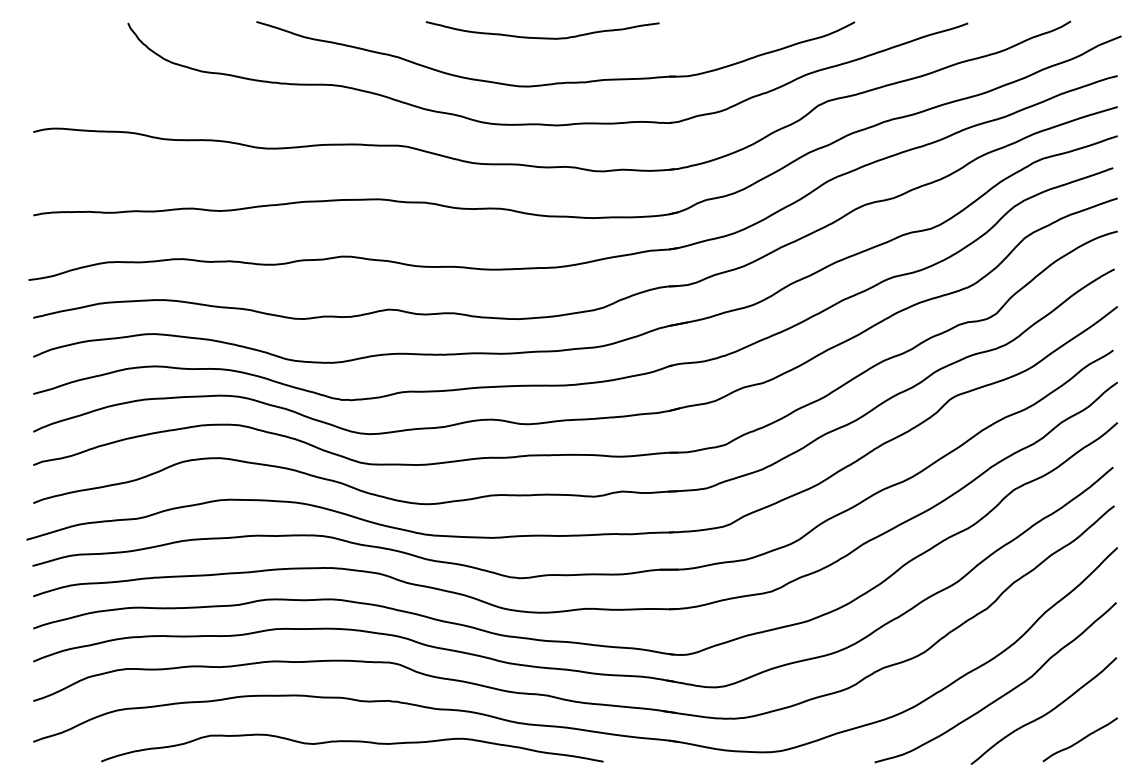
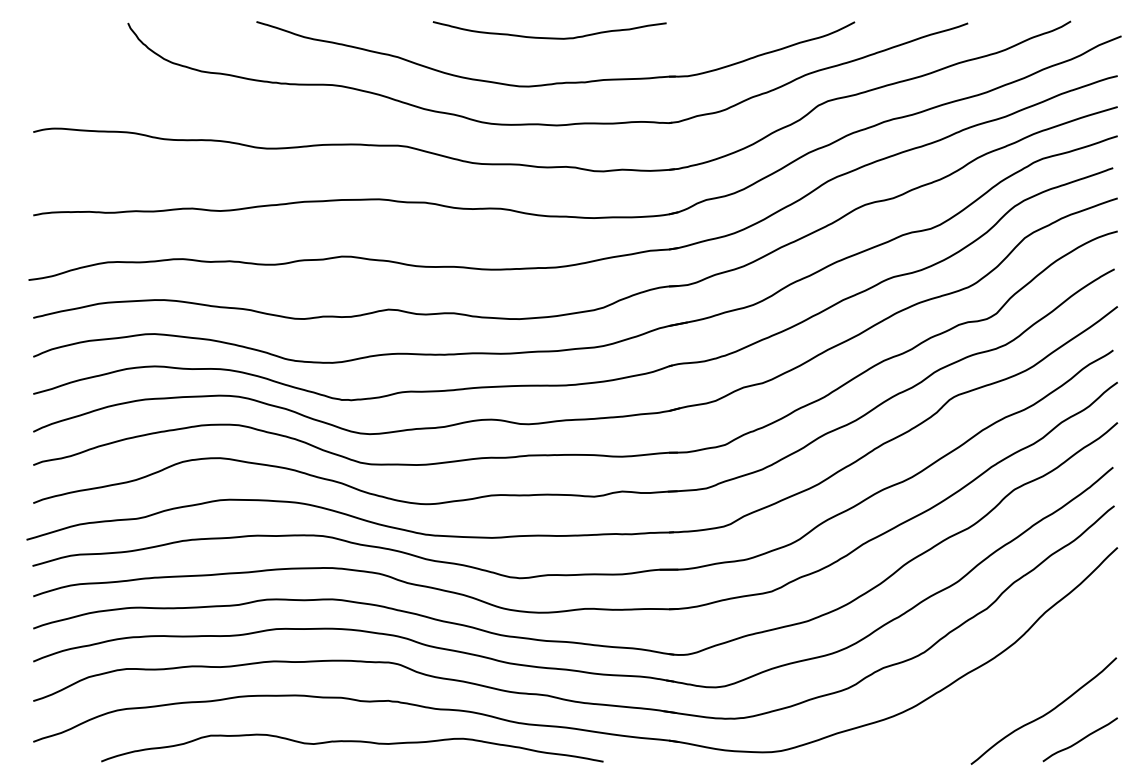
curve at (542, 37) position: (542, 37) -> (549, 37)
curve at (1004, 693): present -> none
